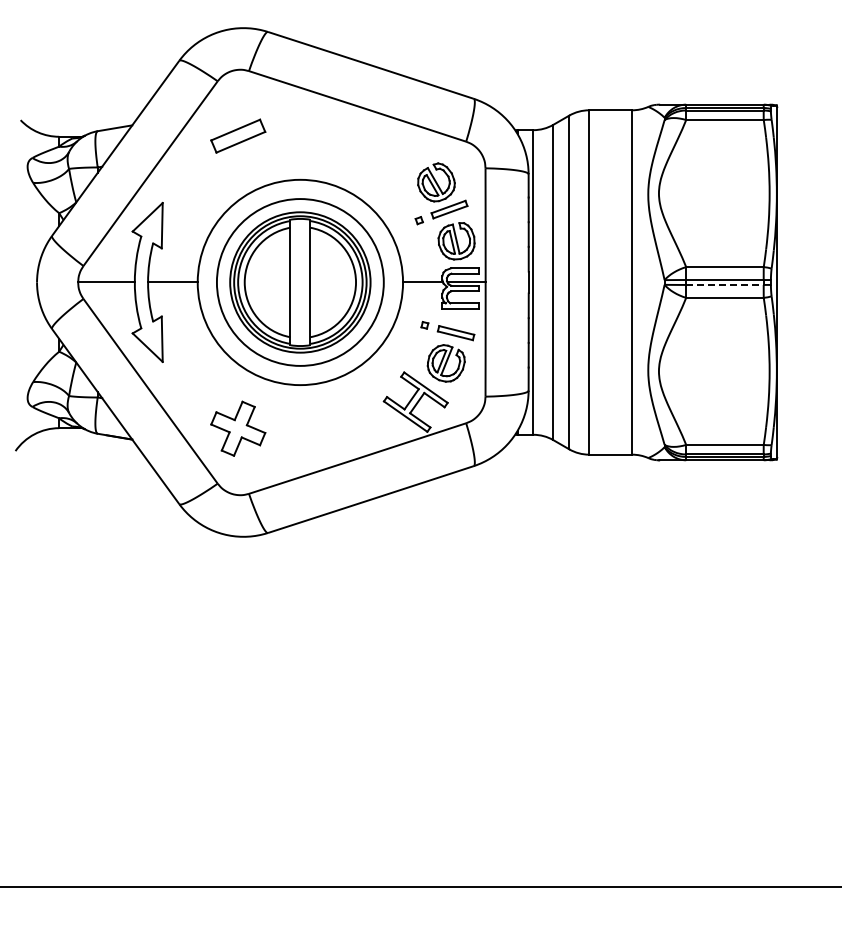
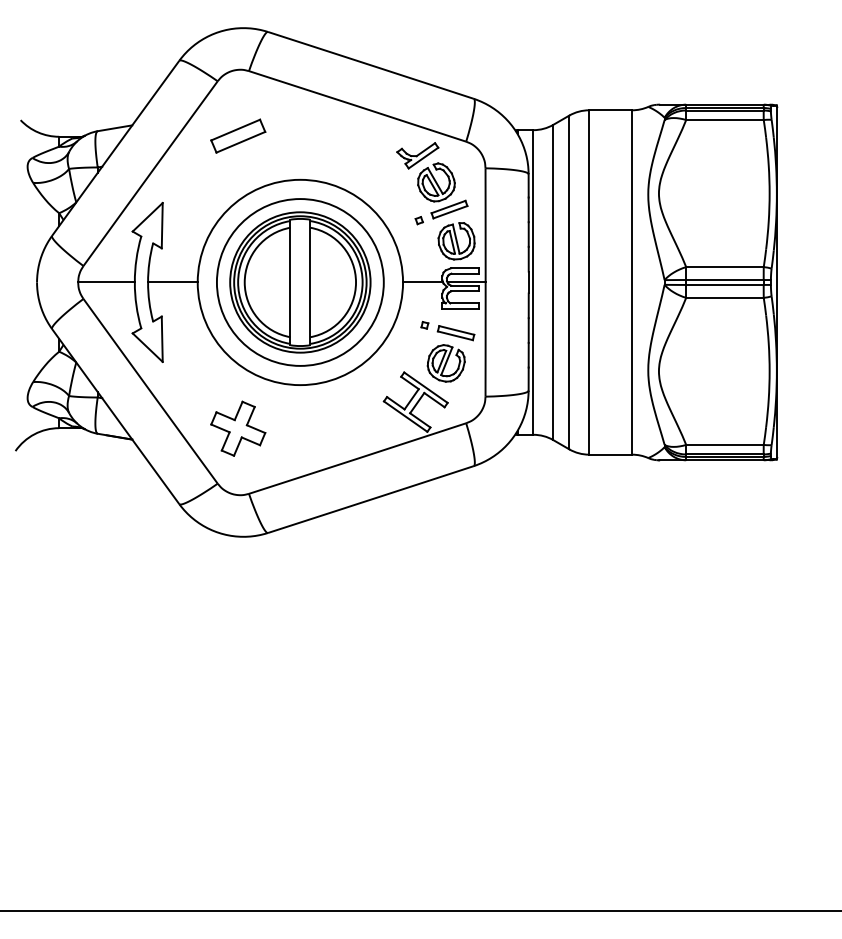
part at (417, 155): none -> present
line at (724, 284): dashed -> solid
line at (420, 886) position: (420, 886) -> (420, 910)
